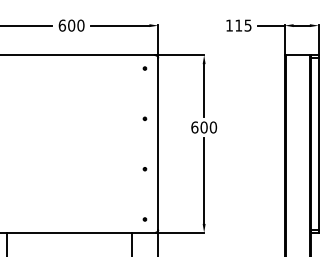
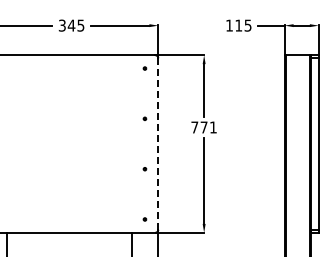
text at (71, 25): 600 -> 345
text at (204, 127): 600 -> 771
line at (158, 144): solid -> dashed
